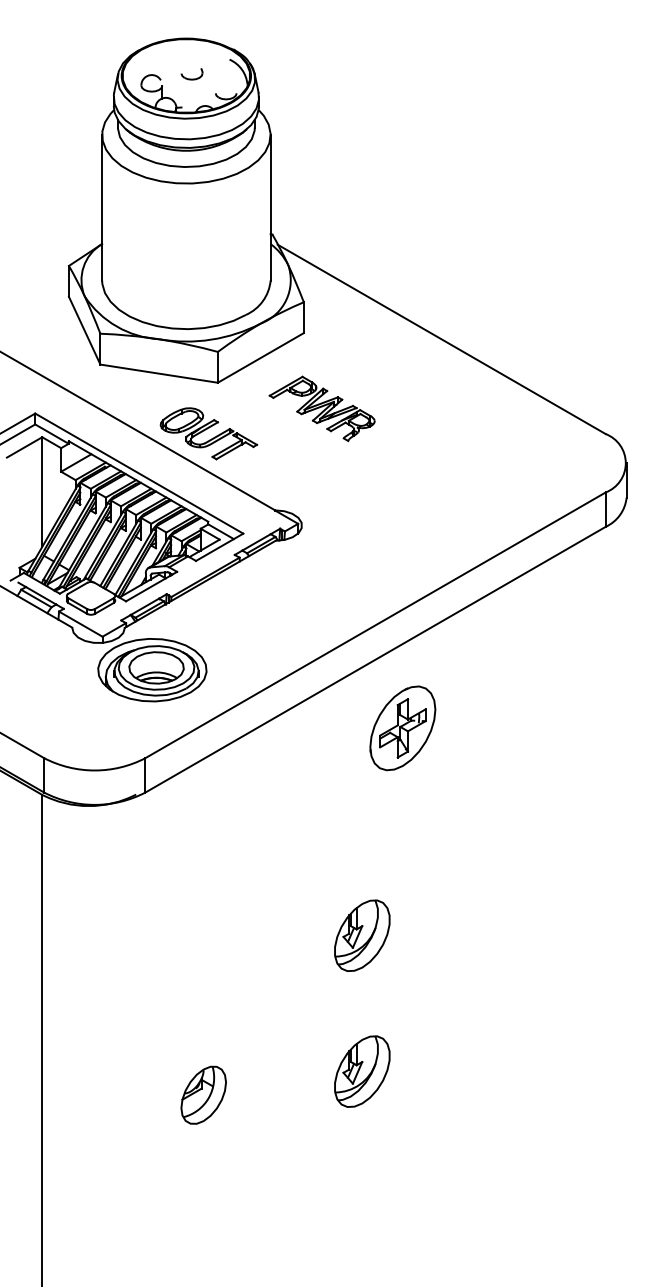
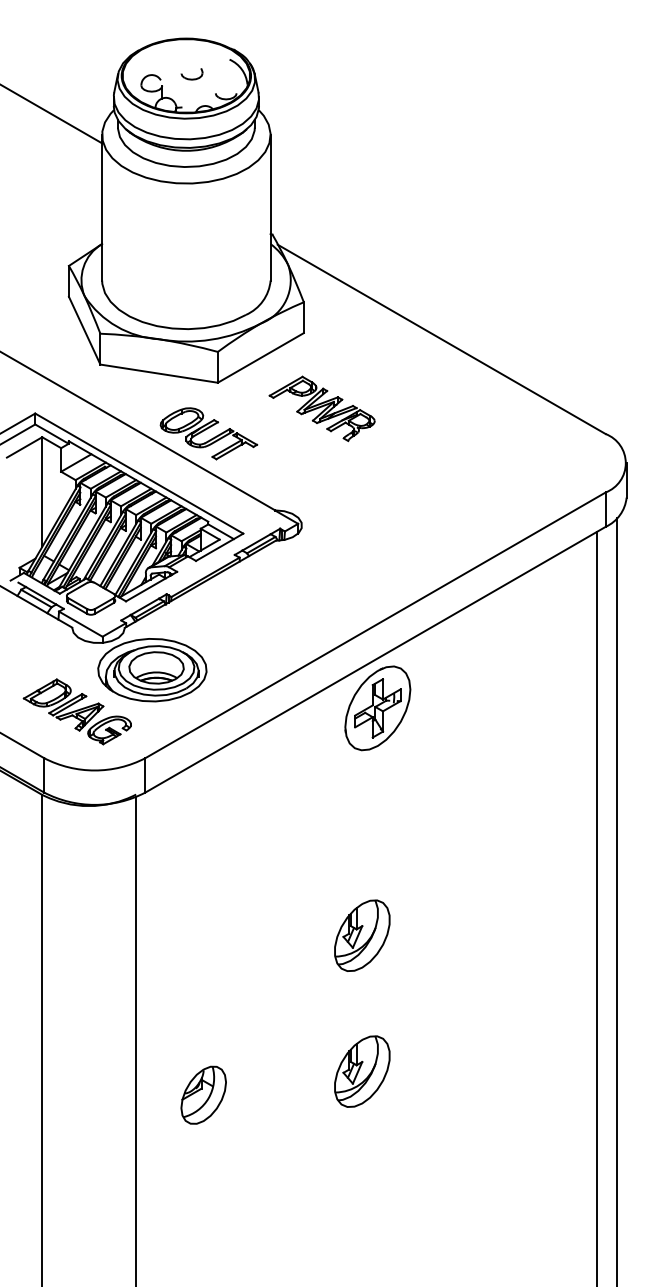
line at (52, 114): none -> present
part at (76, 711): none -> present
part at (402, 728) position: (402, 728) -> (377, 708)
line at (616, 900): none -> present
line at (597, 907): none -> present
line at (136, 1040): none -> present
